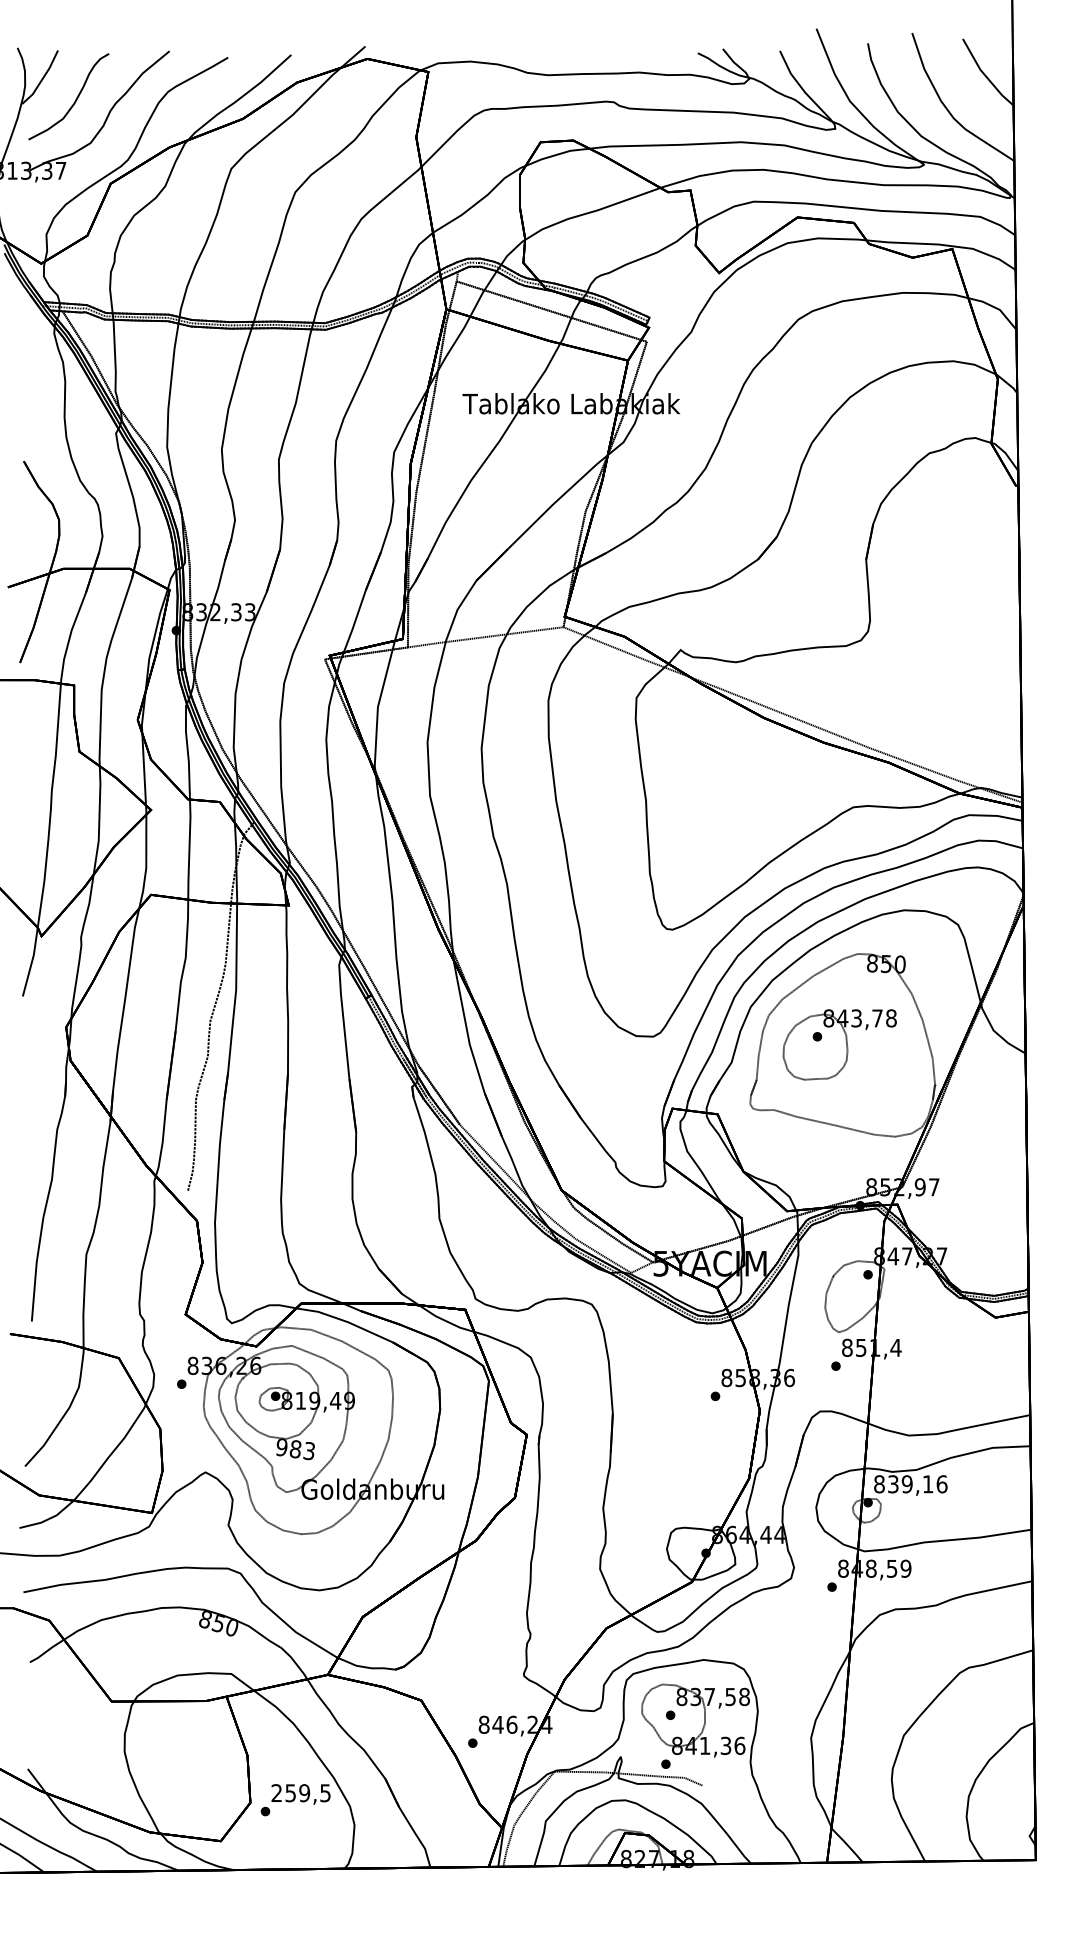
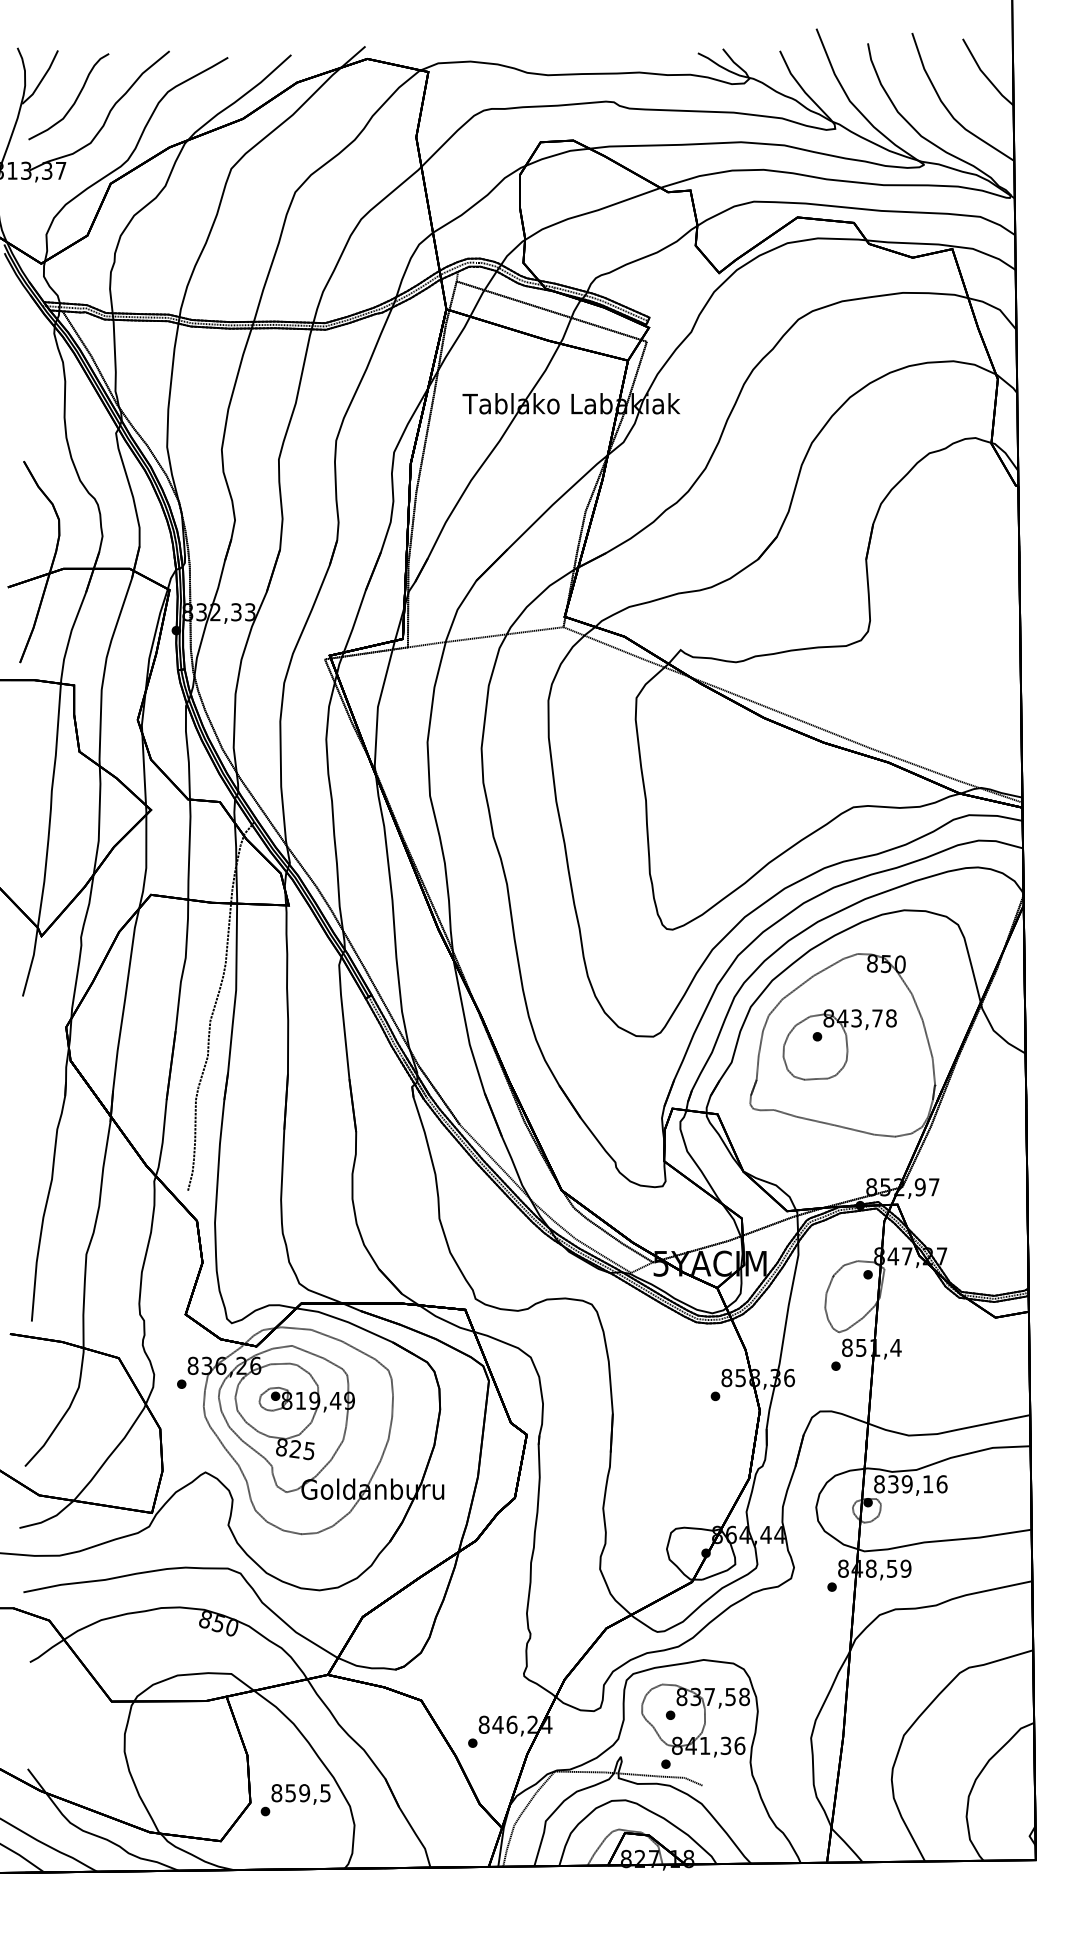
text at (295, 1449): 983 -> 825
text at (276, 1793): 259,5 -> 859,5
